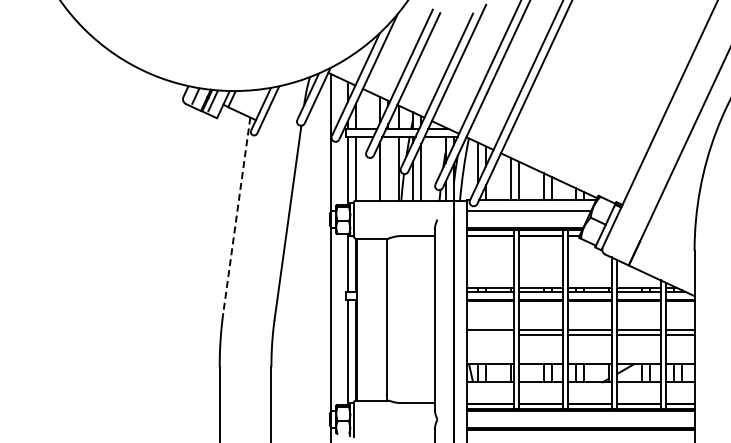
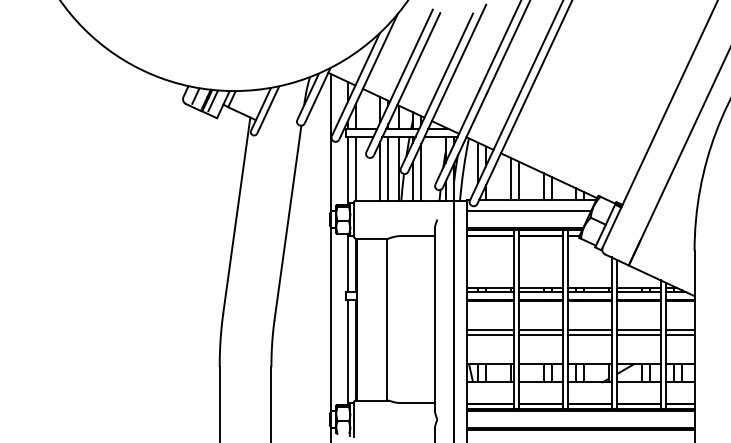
line at (388, 168): none -> present
line at (236, 215): dashed -> solid
line at (490, 335): none -> present
